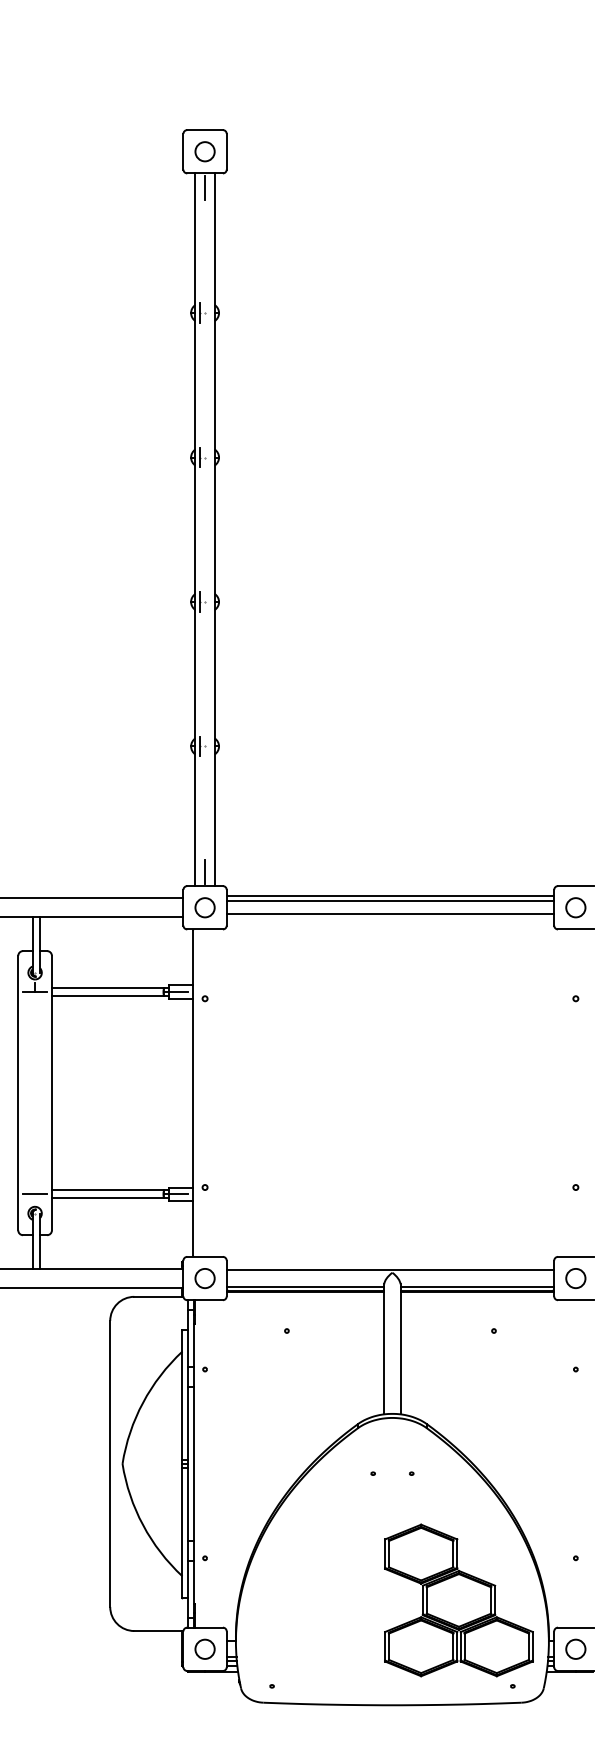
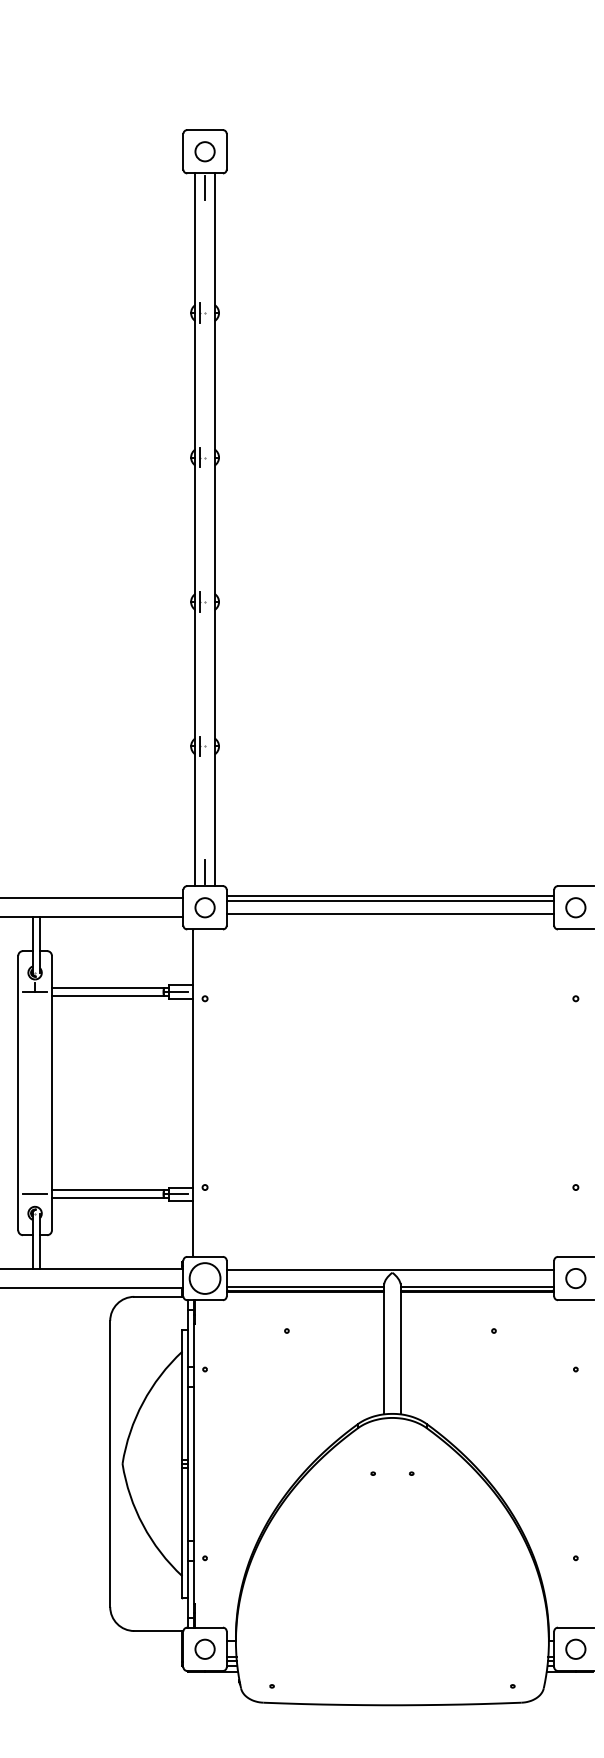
circle at (204, 1278) diameter: 19 px -> 31 px
part at (458, 1600): present -> none
